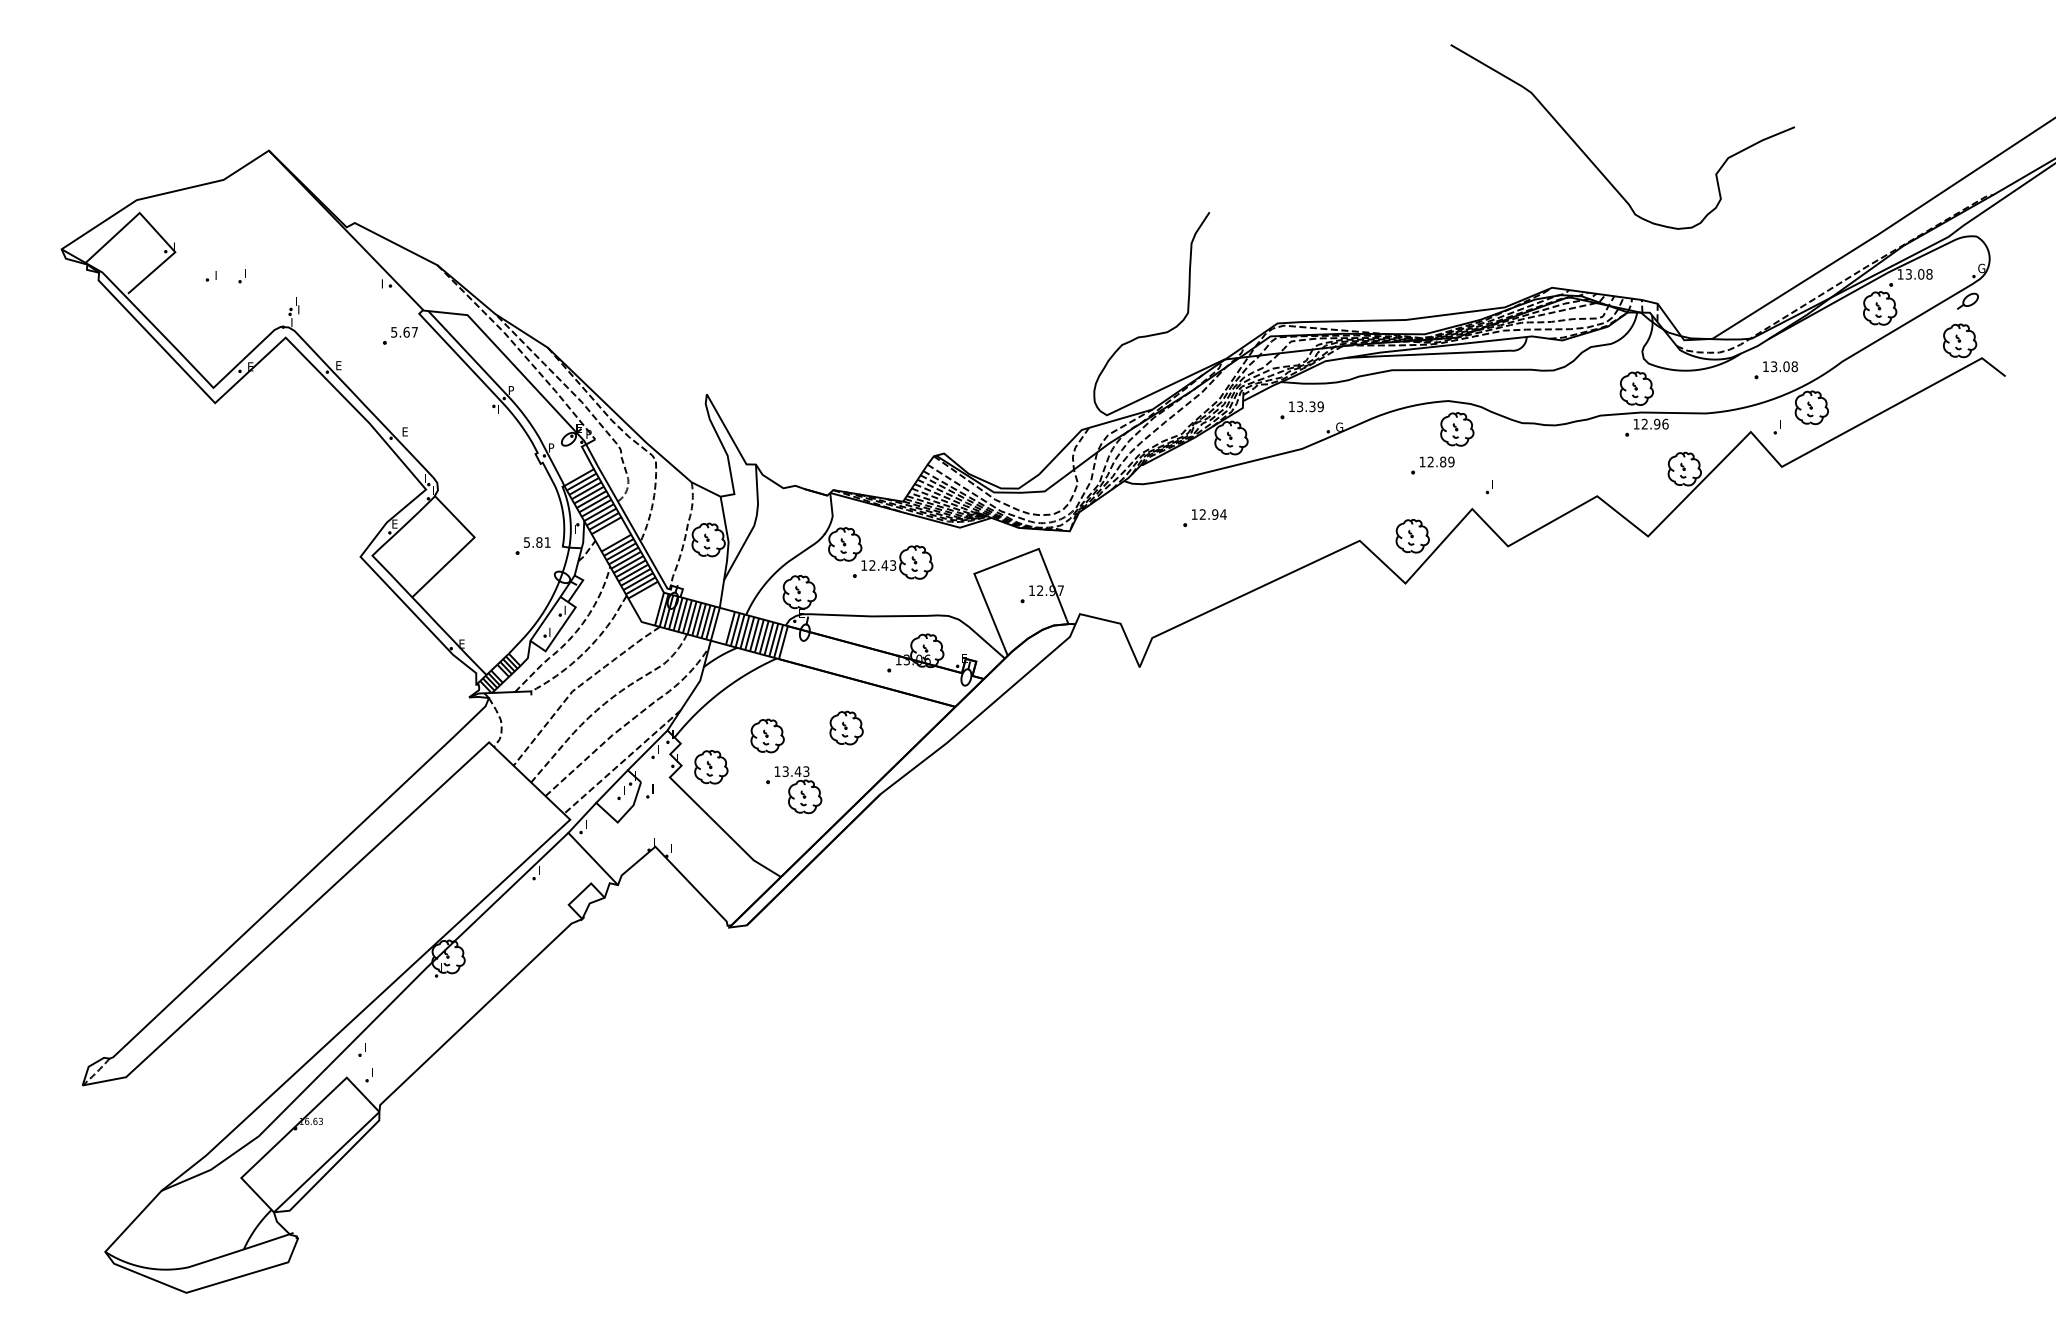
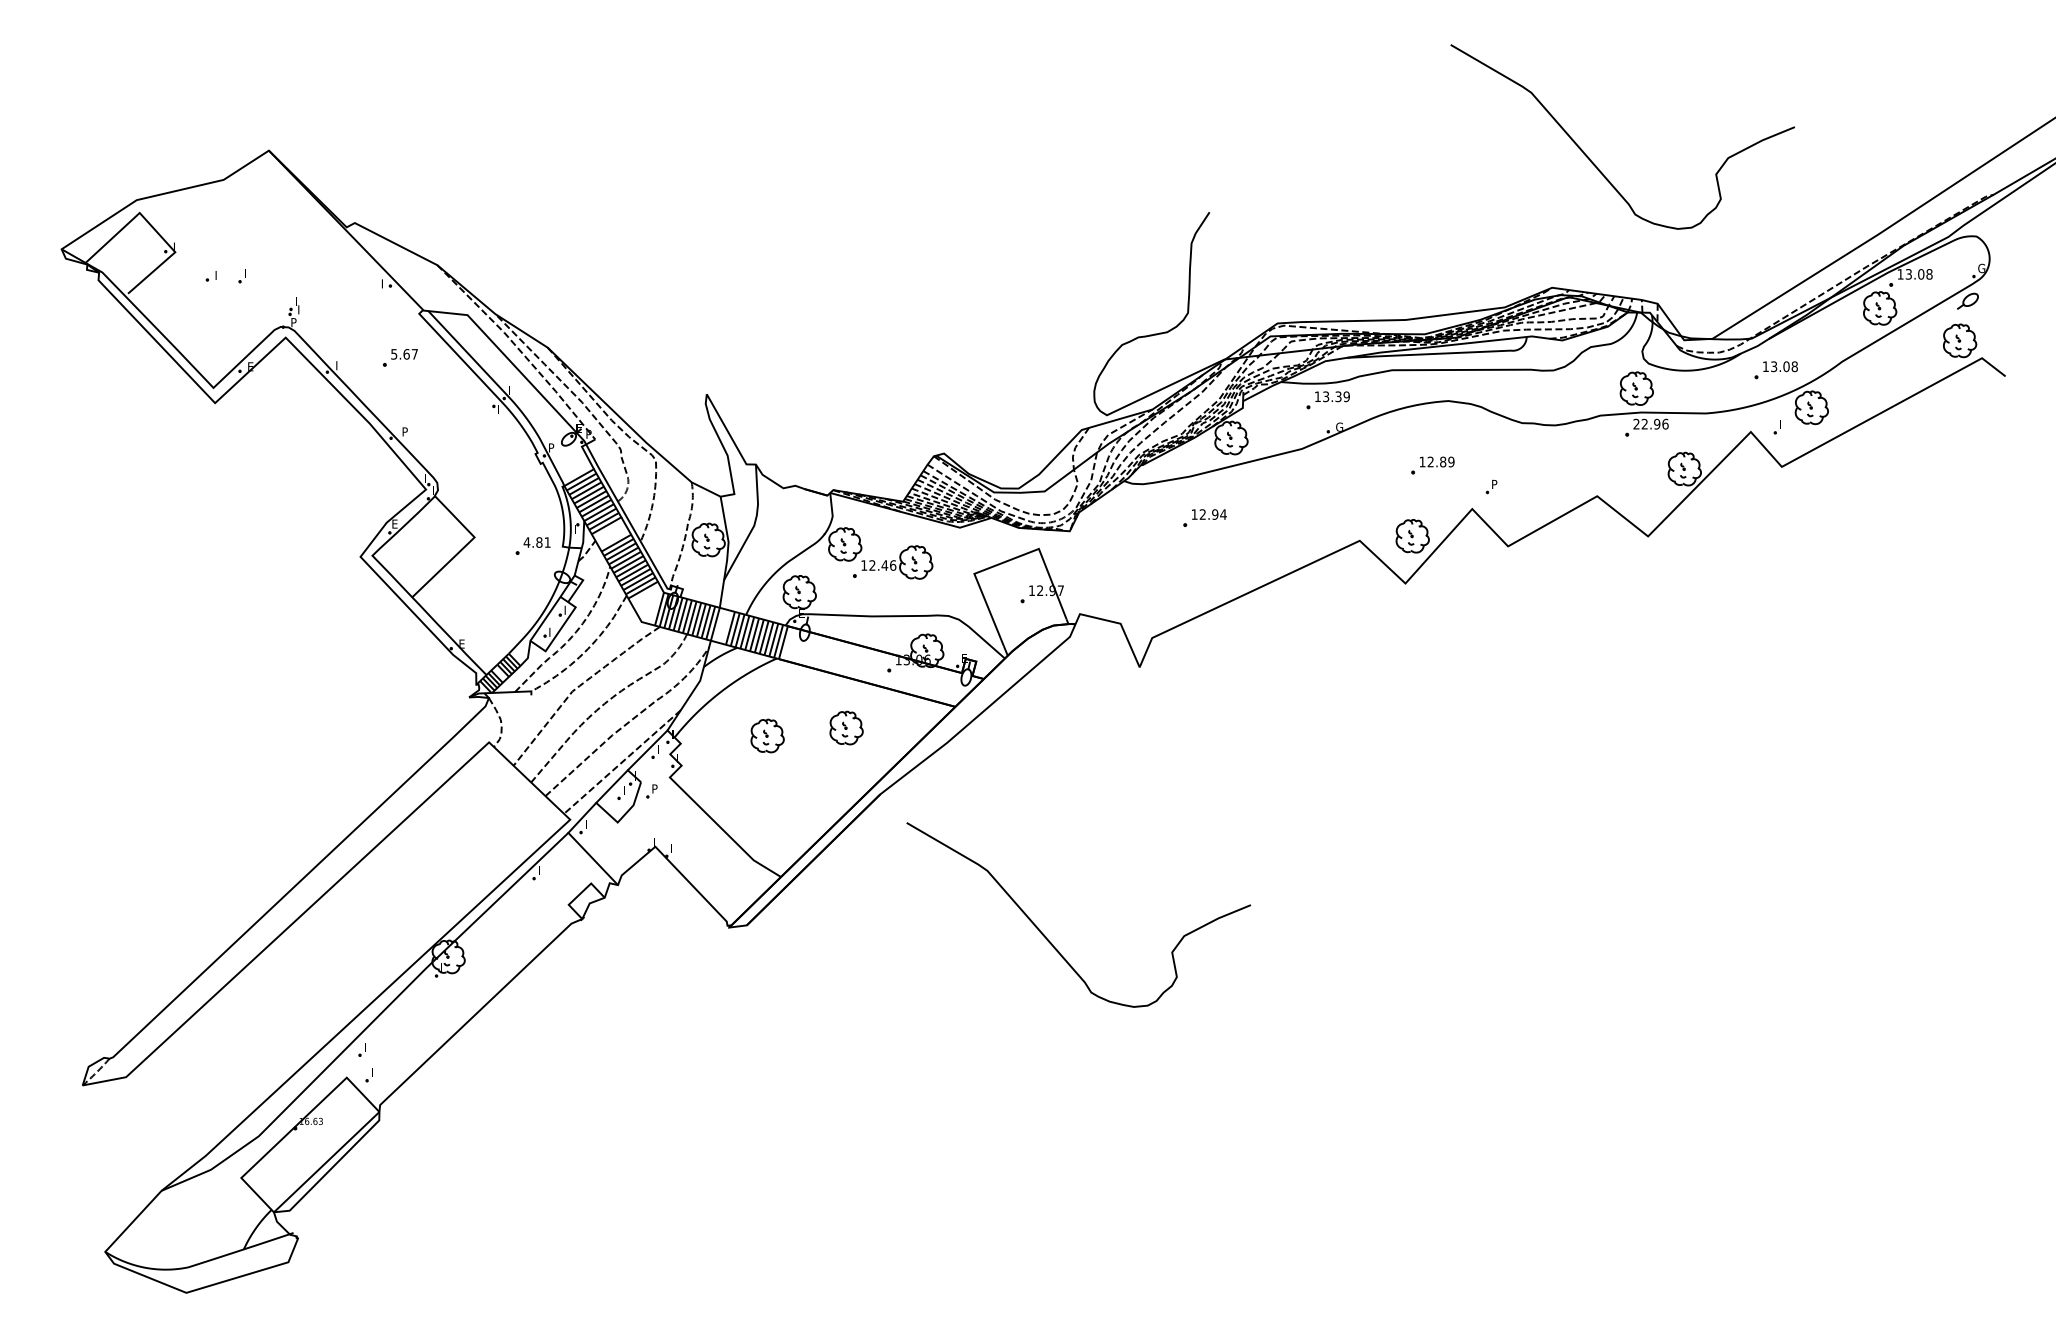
text at (294, 320): I -> P
part at (400, 335) position: (400, 335) -> (400, 357)
text at (339, 365): E -> I
text at (511, 390): P -> I
part at (1301, 410) position: (1301, 410) -> (1327, 400)
text at (1636, 423): 12.96 -> 22.96
part at (1457, 429): present -> none
text at (405, 431): E -> P
text at (1494, 483): I -> P
text at (526, 542): 5.81 -> 4.81
text at (893, 565): 12.43 -> 12.46
part at (711, 767): present -> none
text at (654, 788): I -> P
part at (794, 790): present -> none
curve at (1046, 936): none -> present
